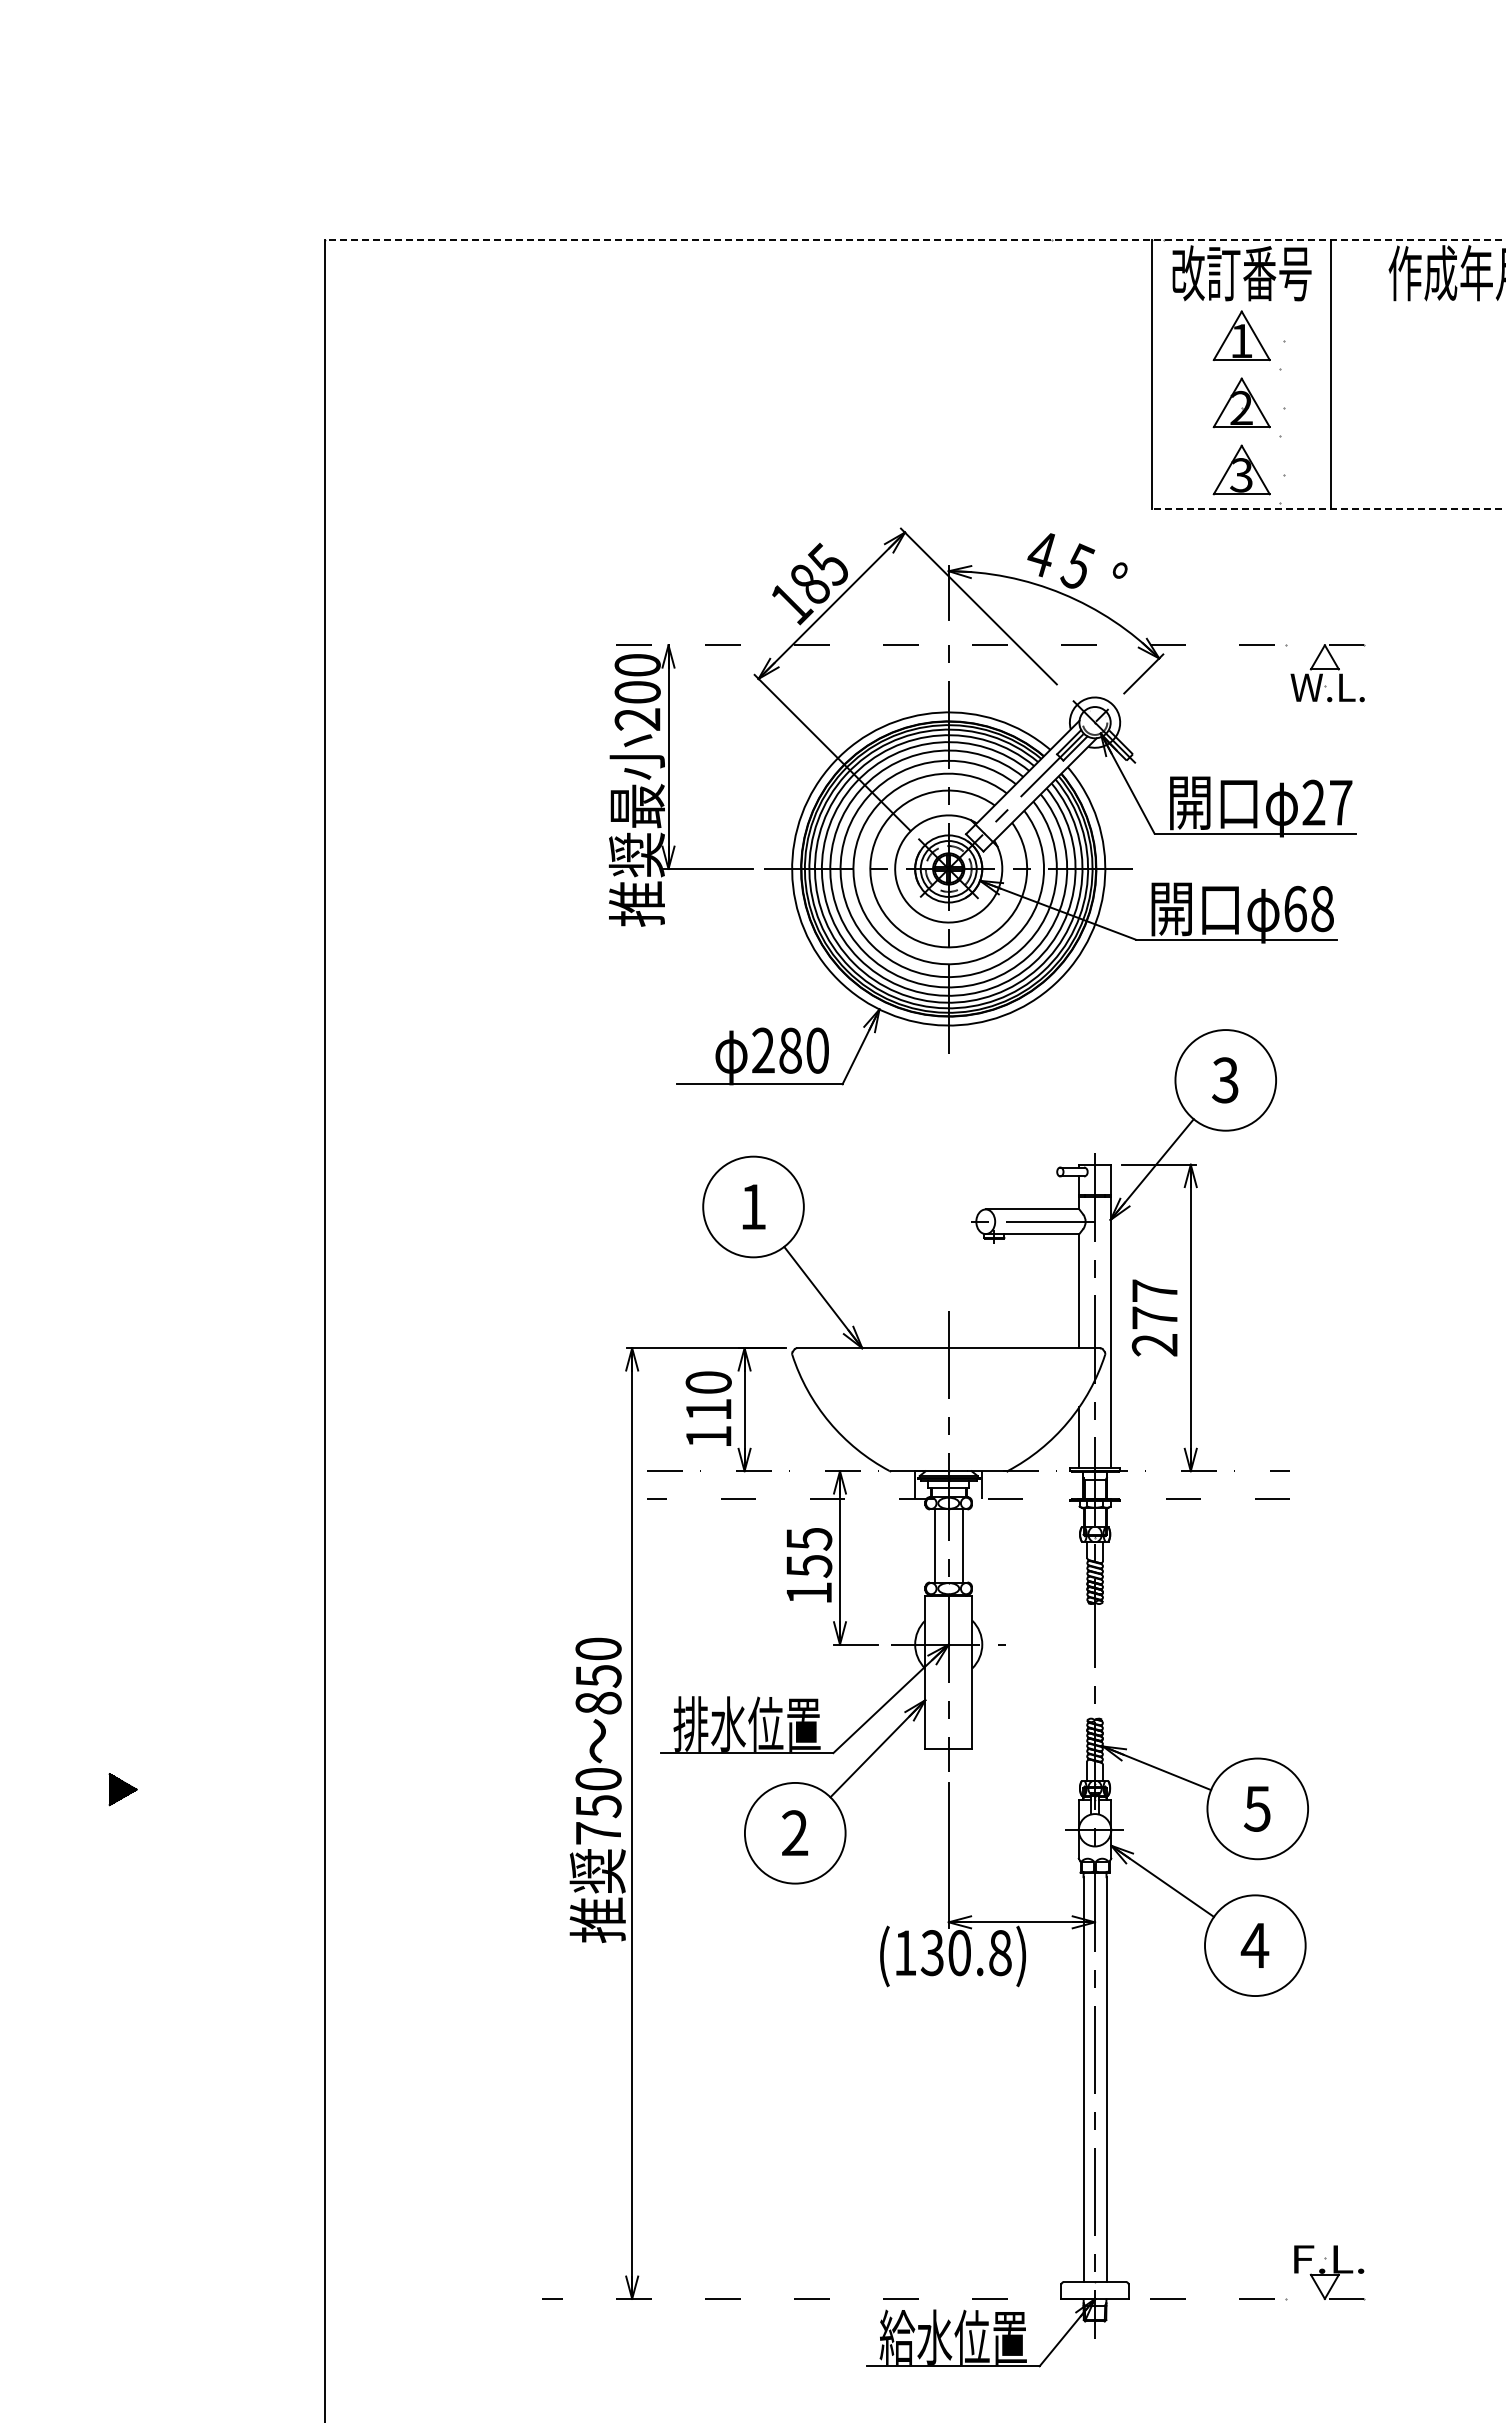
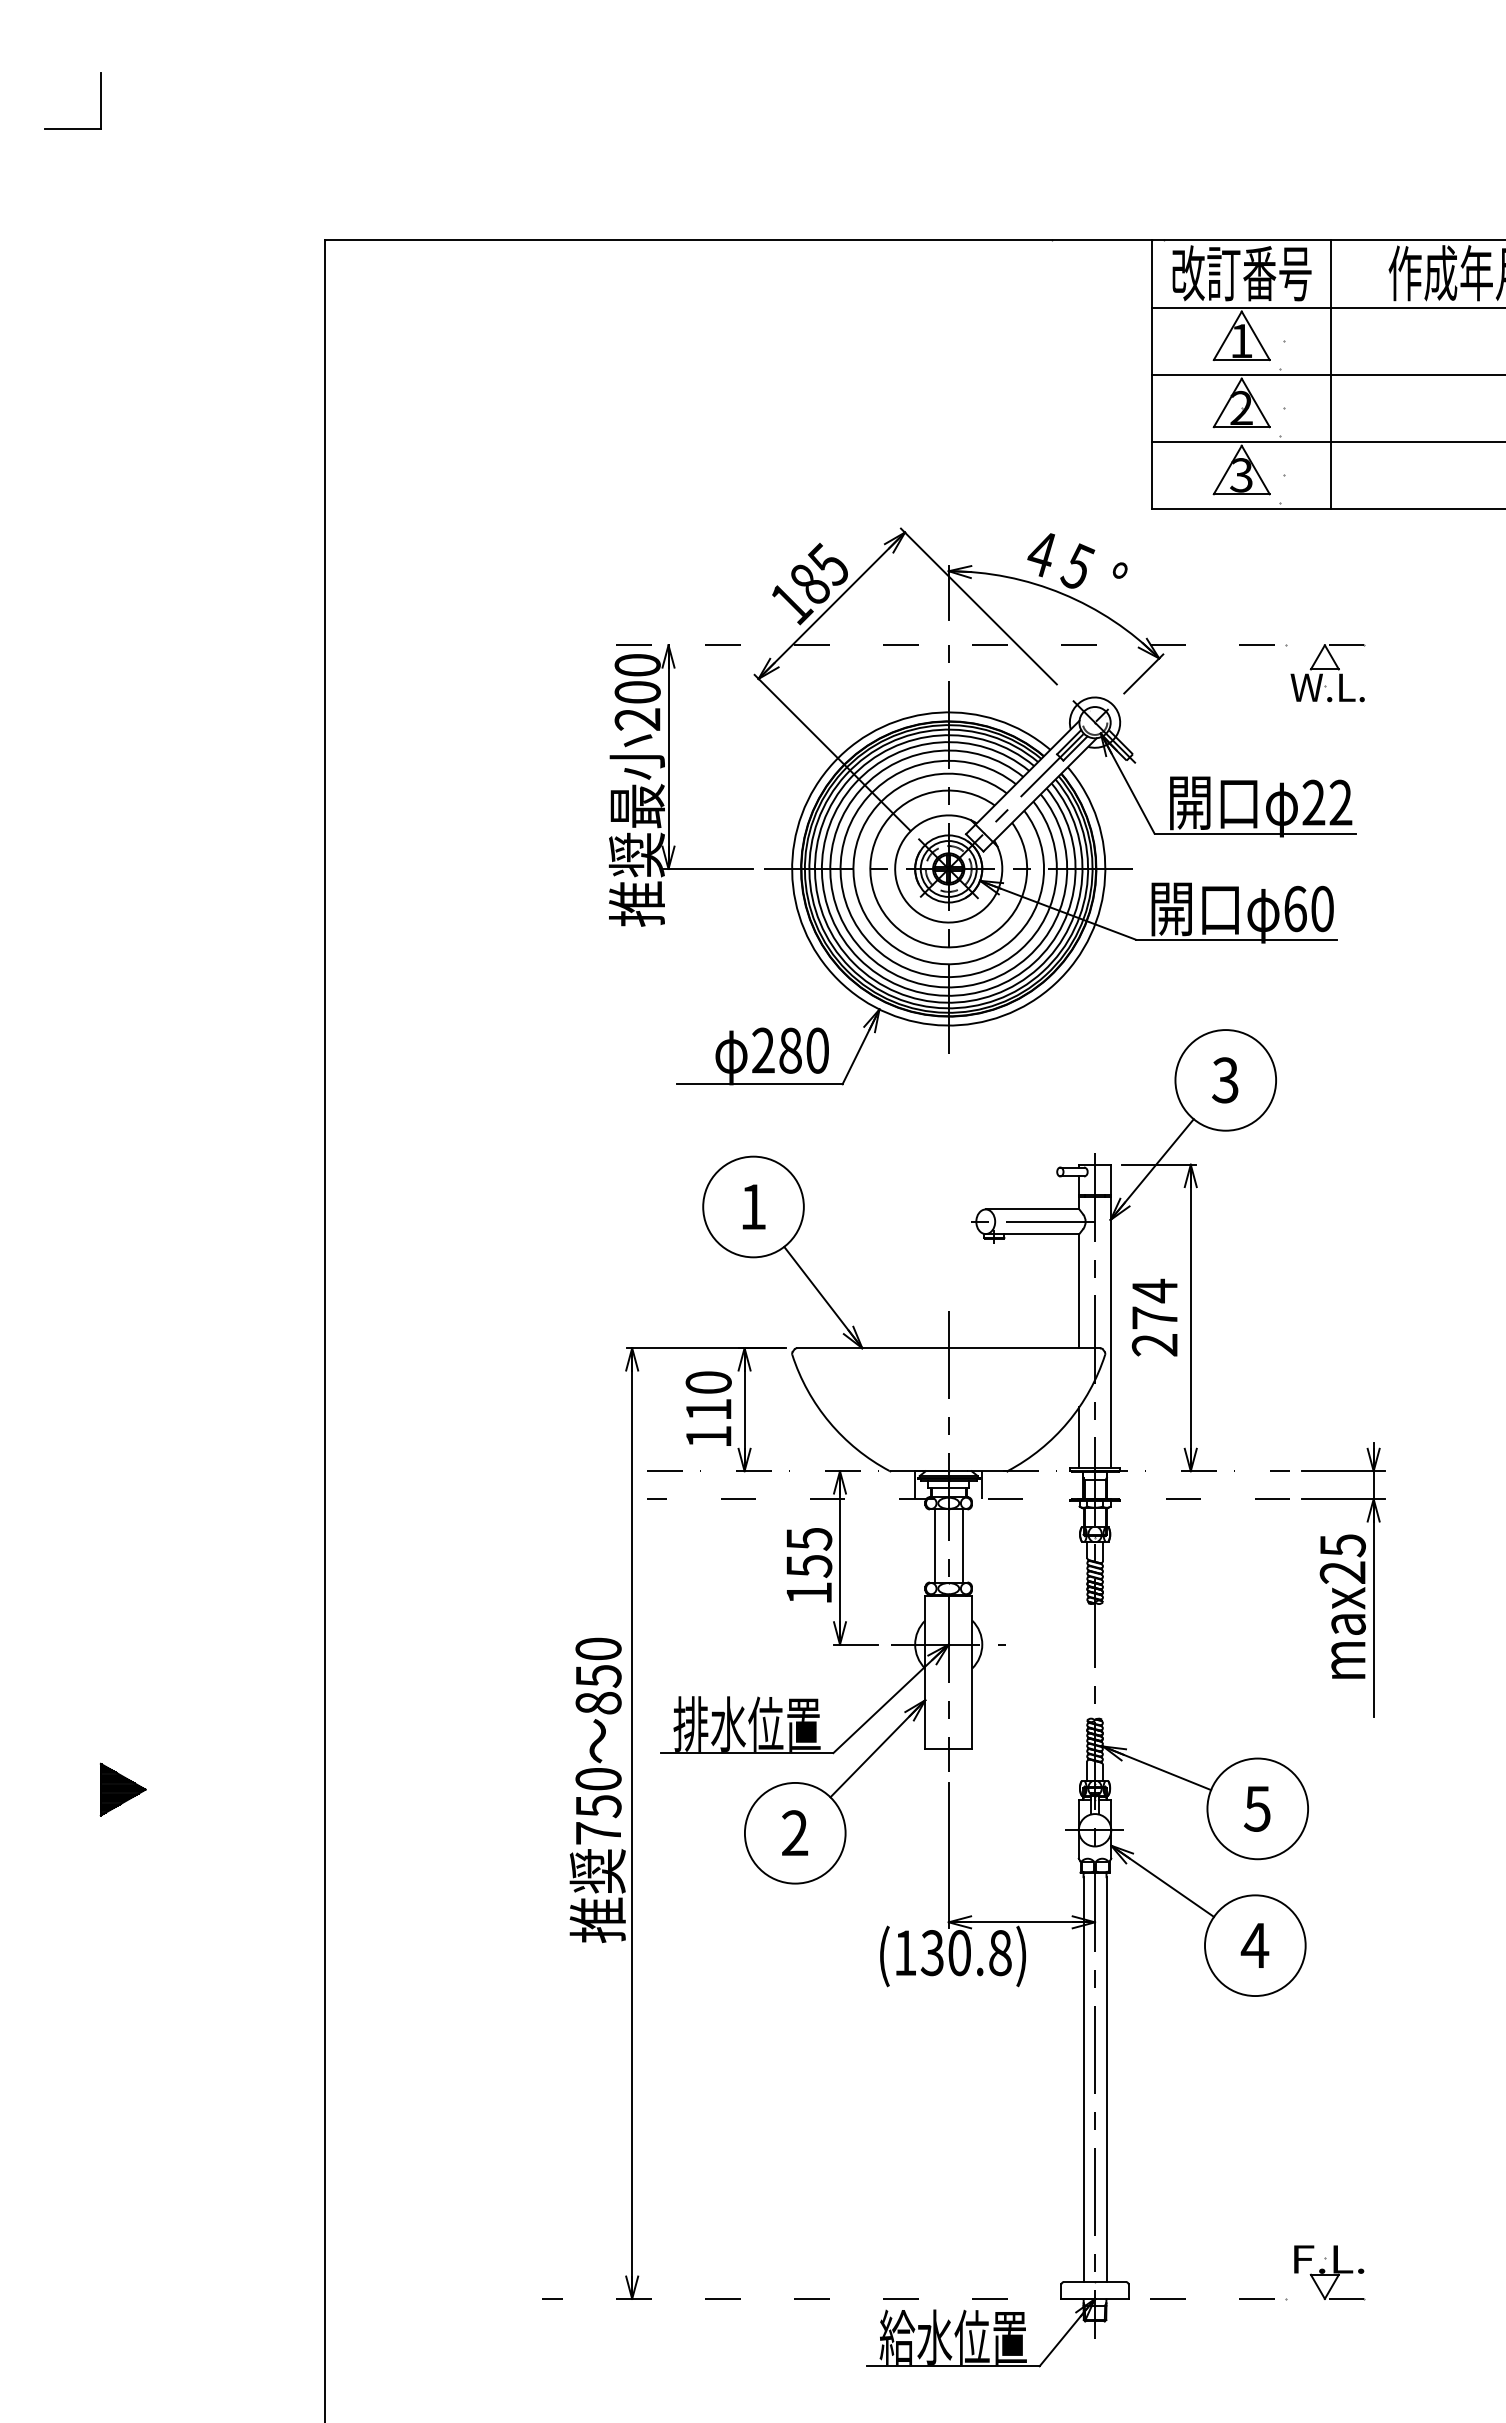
part at (100, 100): none -> present
line at (914, 240): dashed -> solid
line at (1327, 307): none -> present
line at (1327, 374): none -> present
line at (1327, 441): none -> present
line at (1328, 508): dashed -> solid
text at (1340, 802): 27 -> 22
text at (1322, 908): 68 -> 60
text at (1154, 1290): 277 -> 274
part at (1348, 1573): none -> present
part at (122, 1789) size: 30x34 px -> 48x55 px
